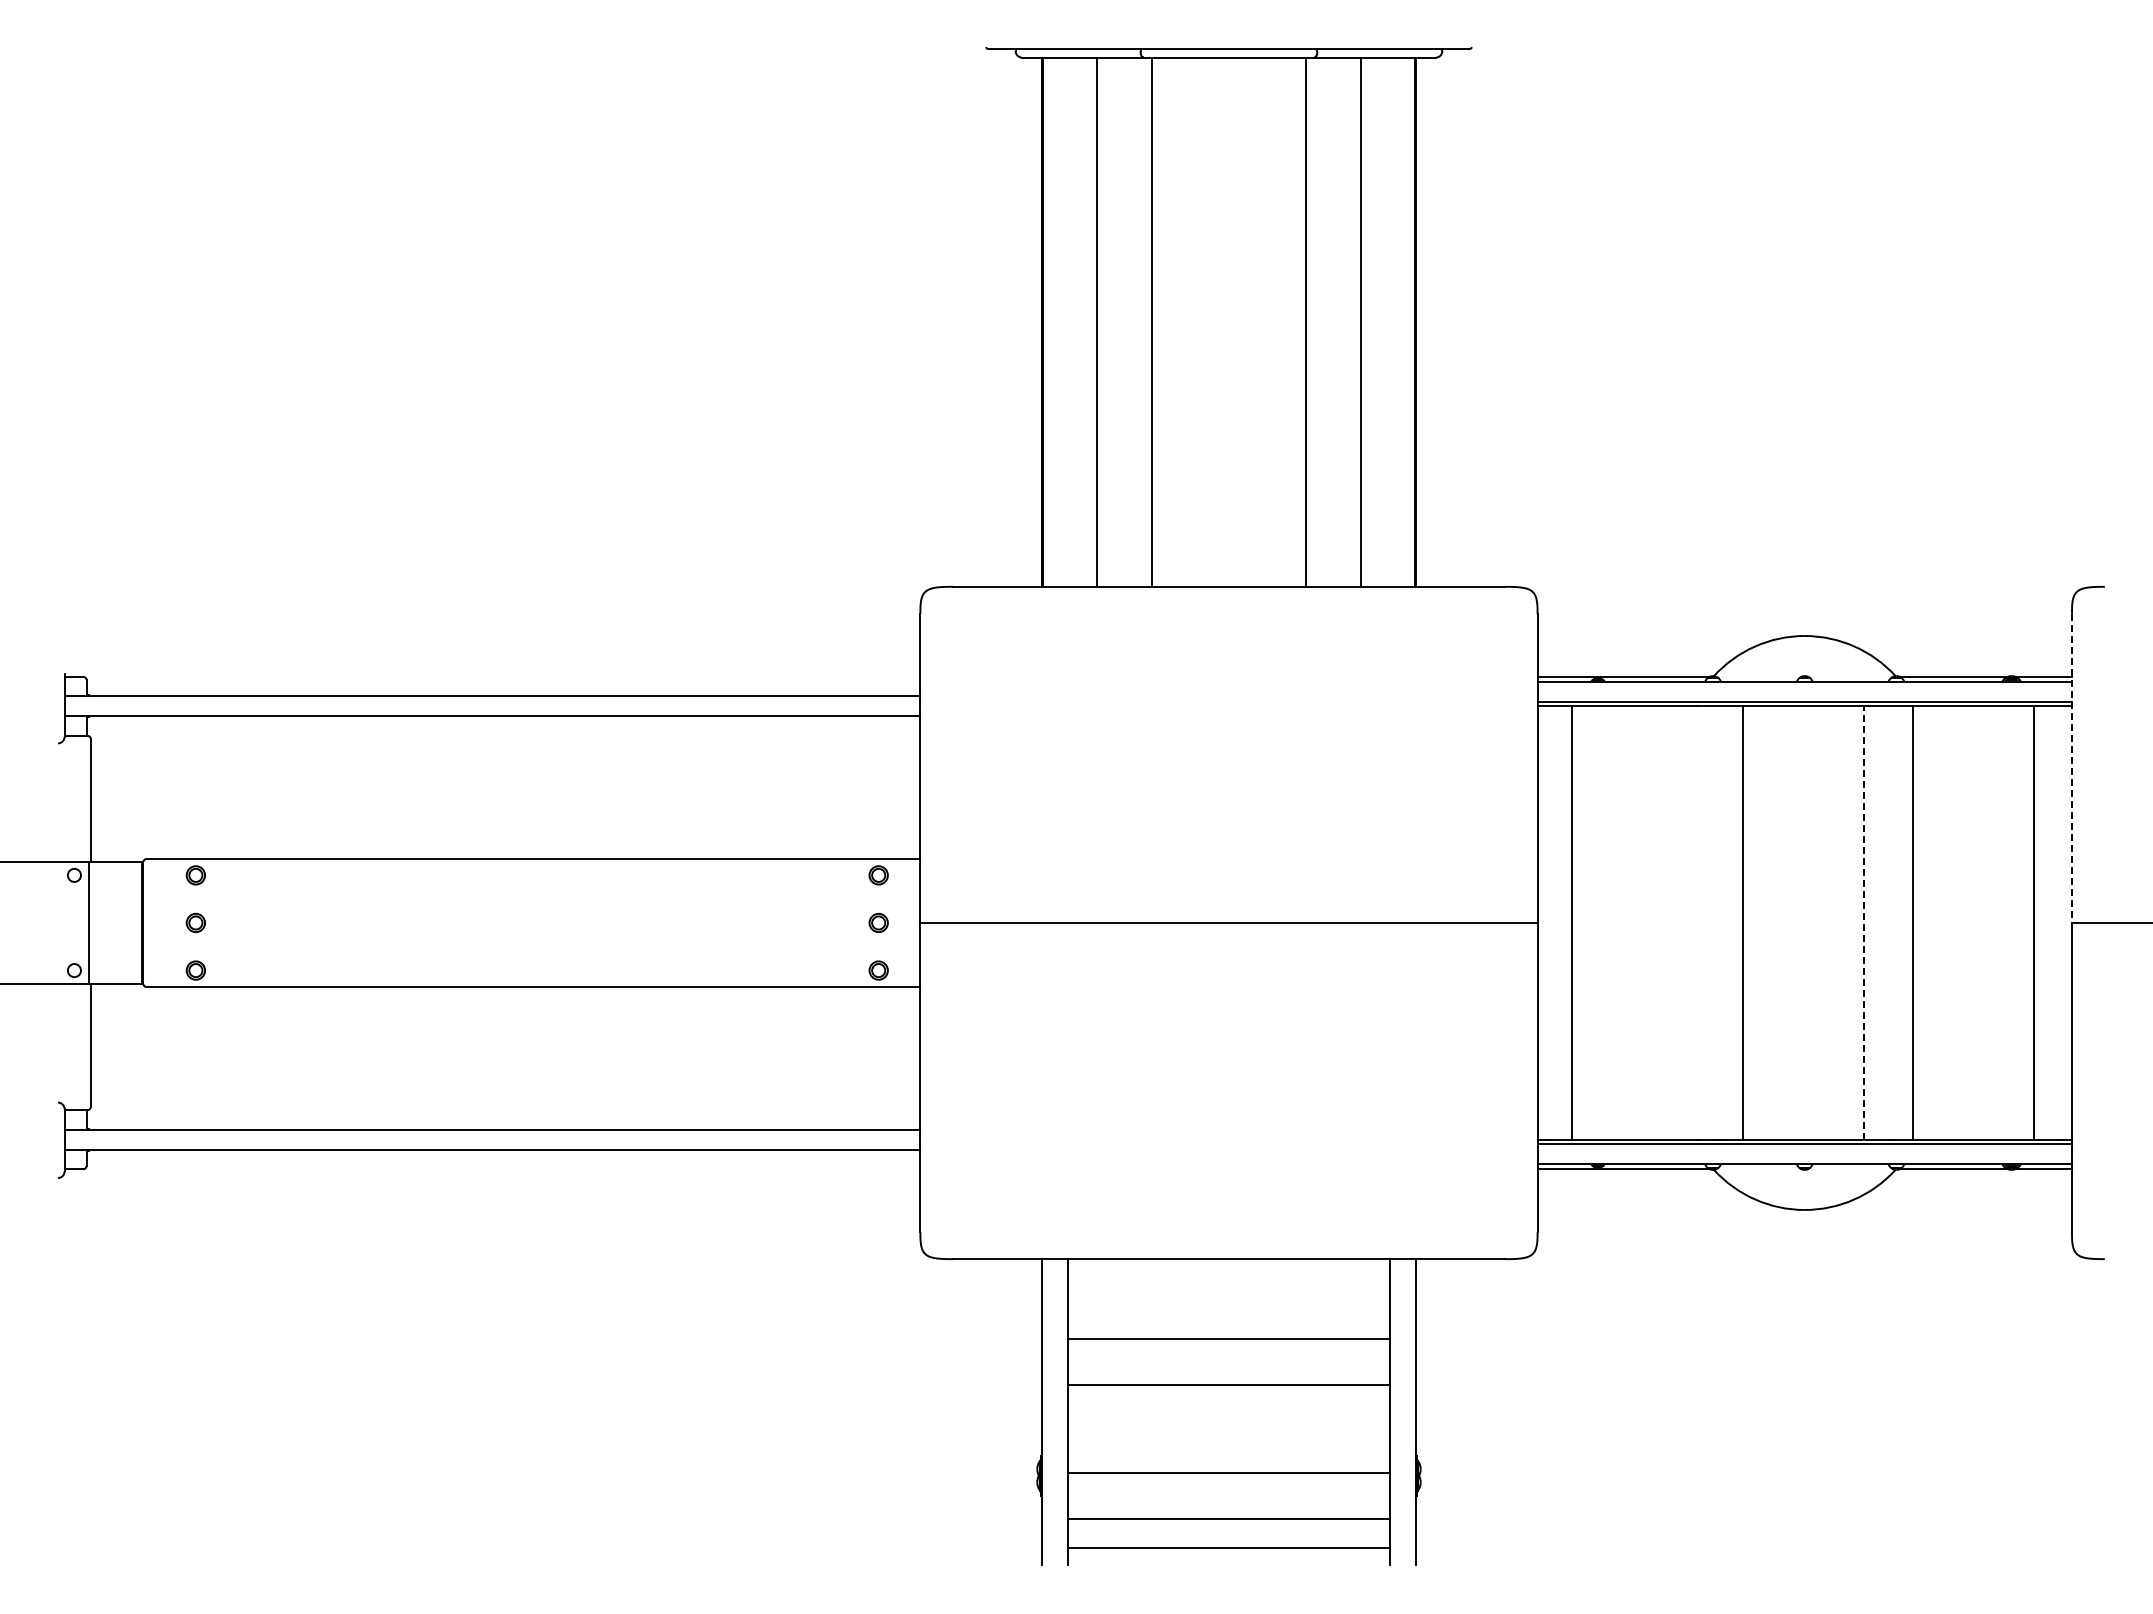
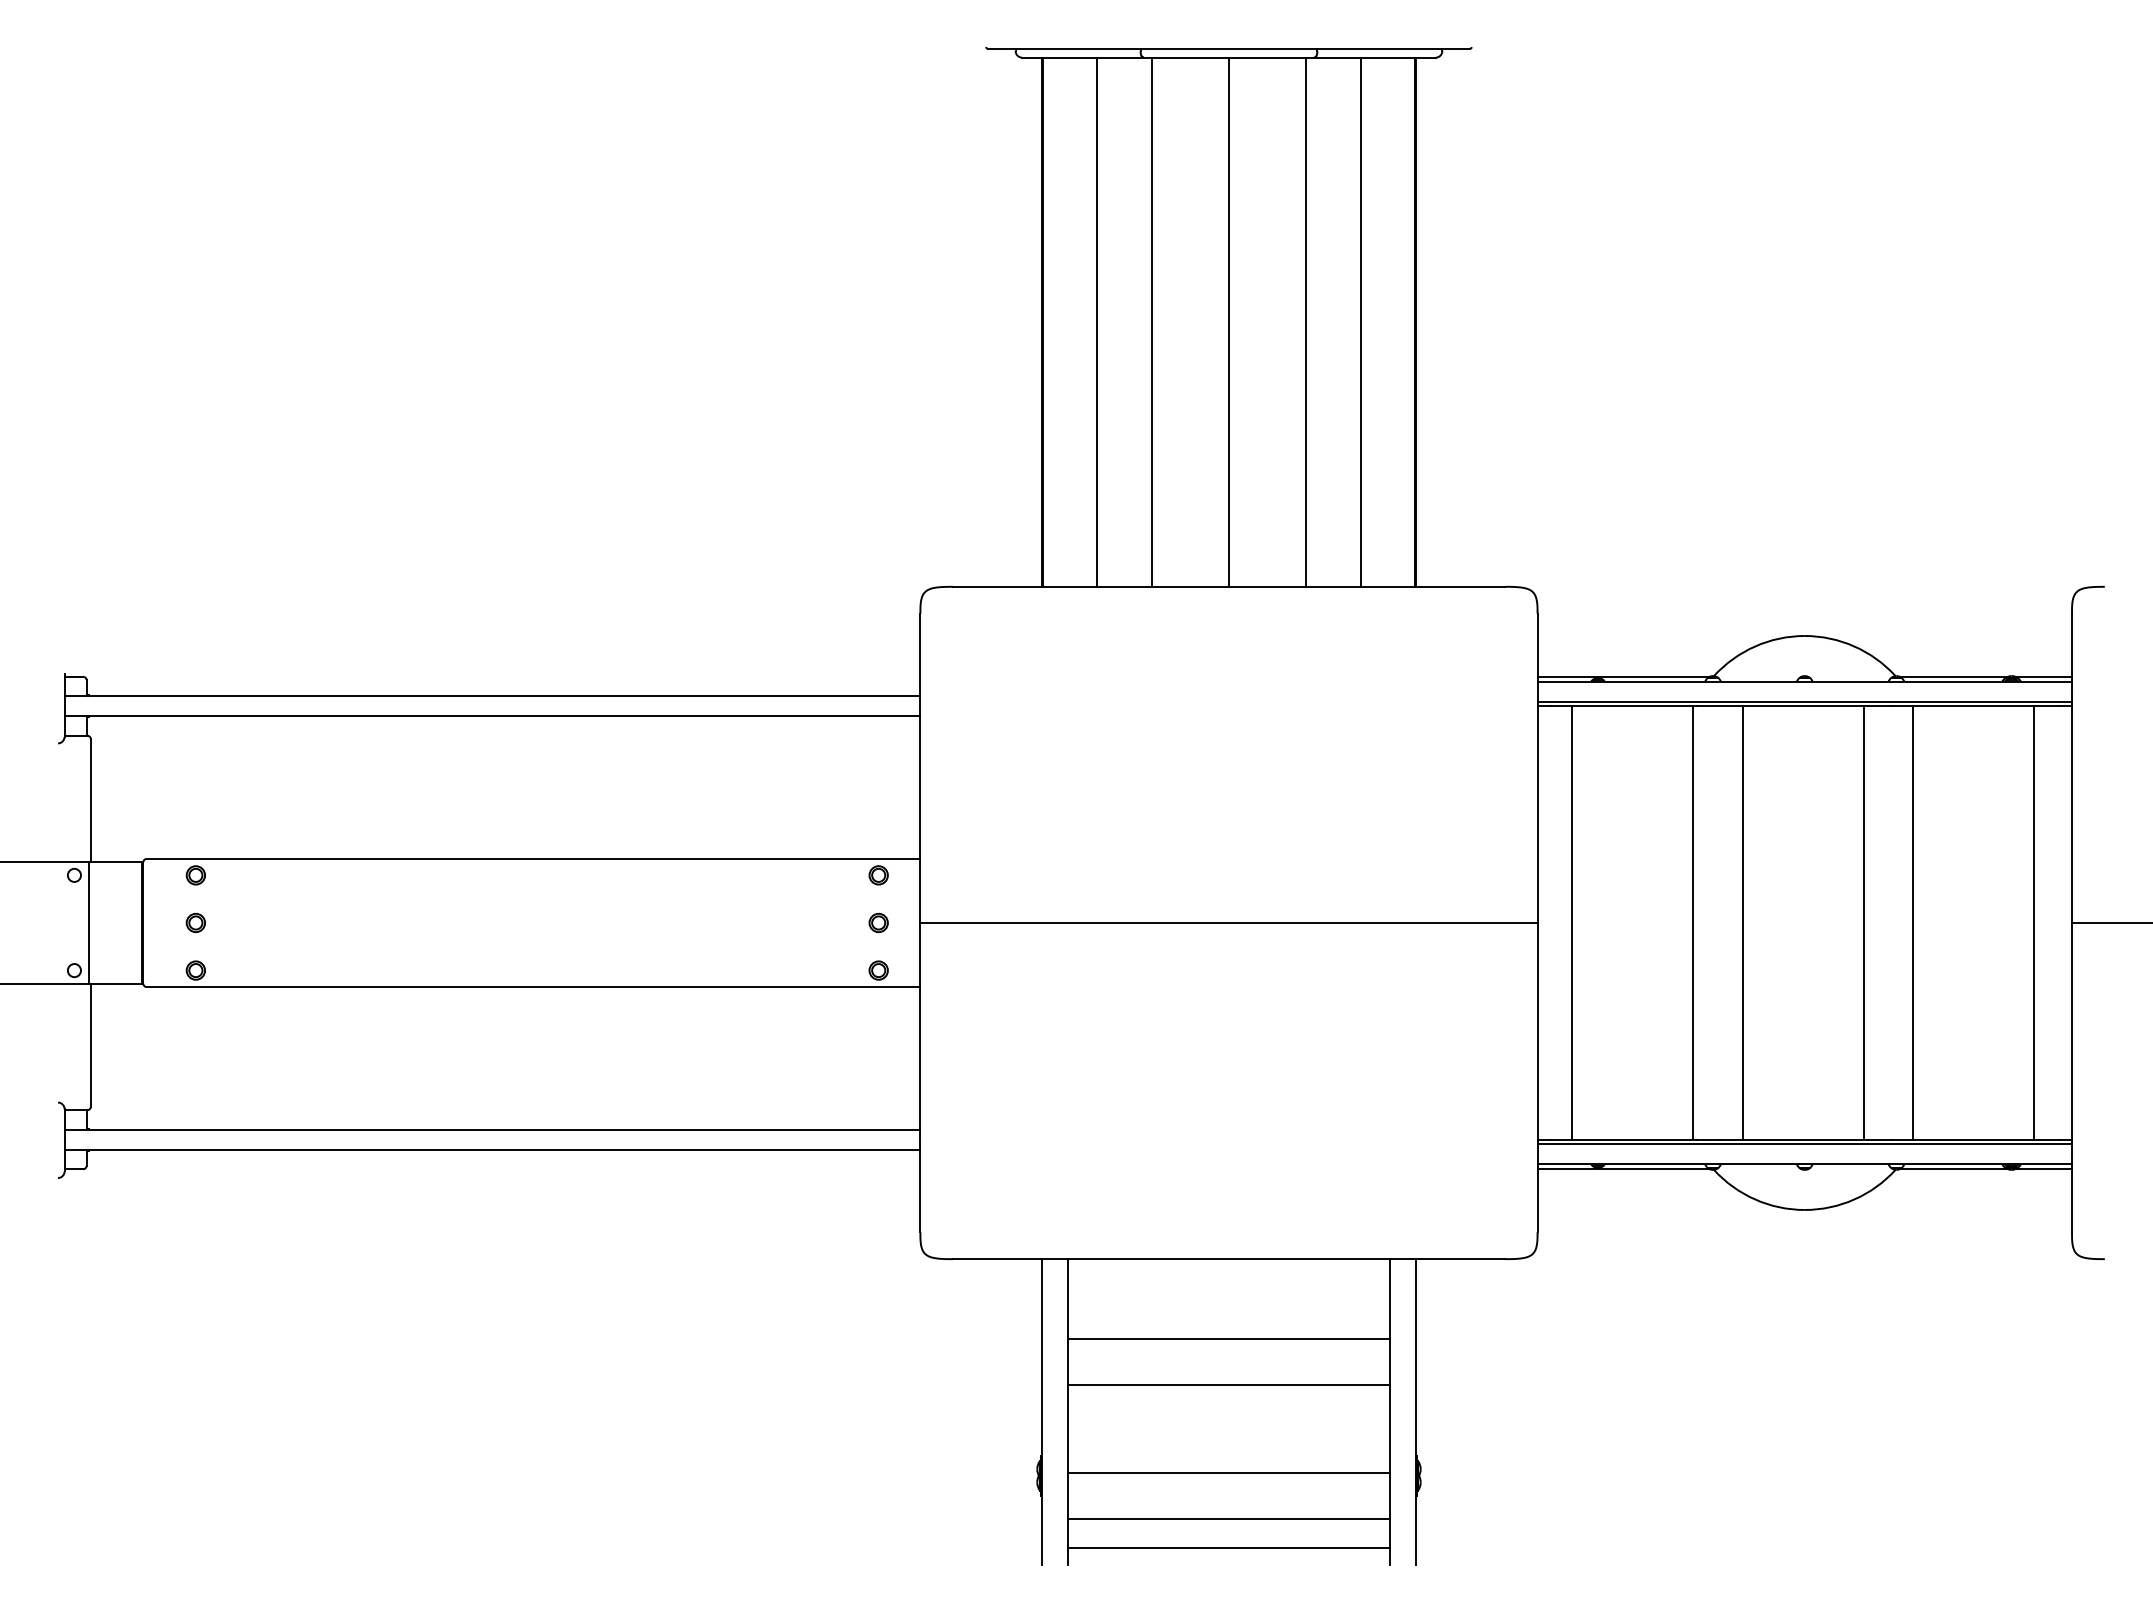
line at (1228, 321): none -> present
line at (2072, 768): dashed -> solid
line at (1692, 922): none -> present
line at (1863, 922): dashed -> solid
